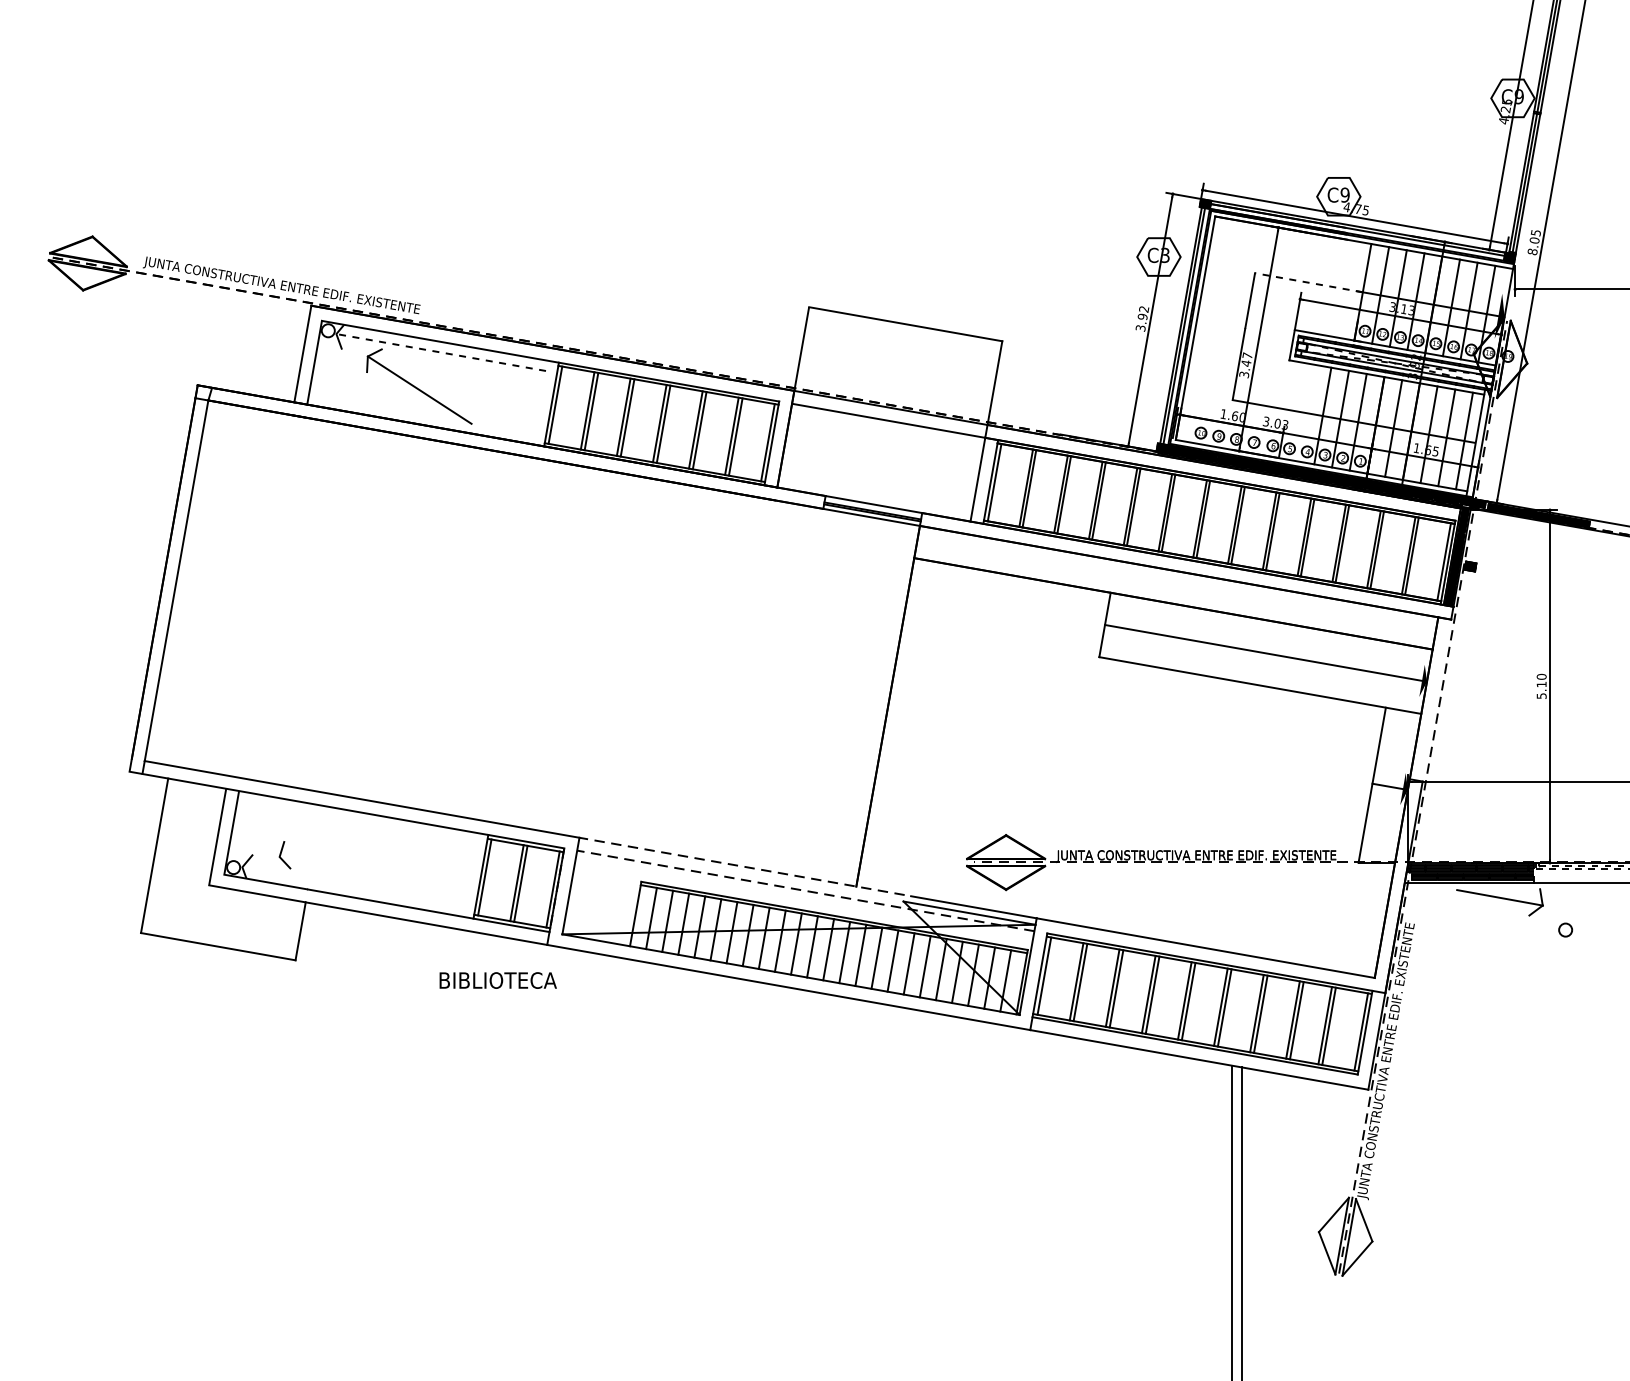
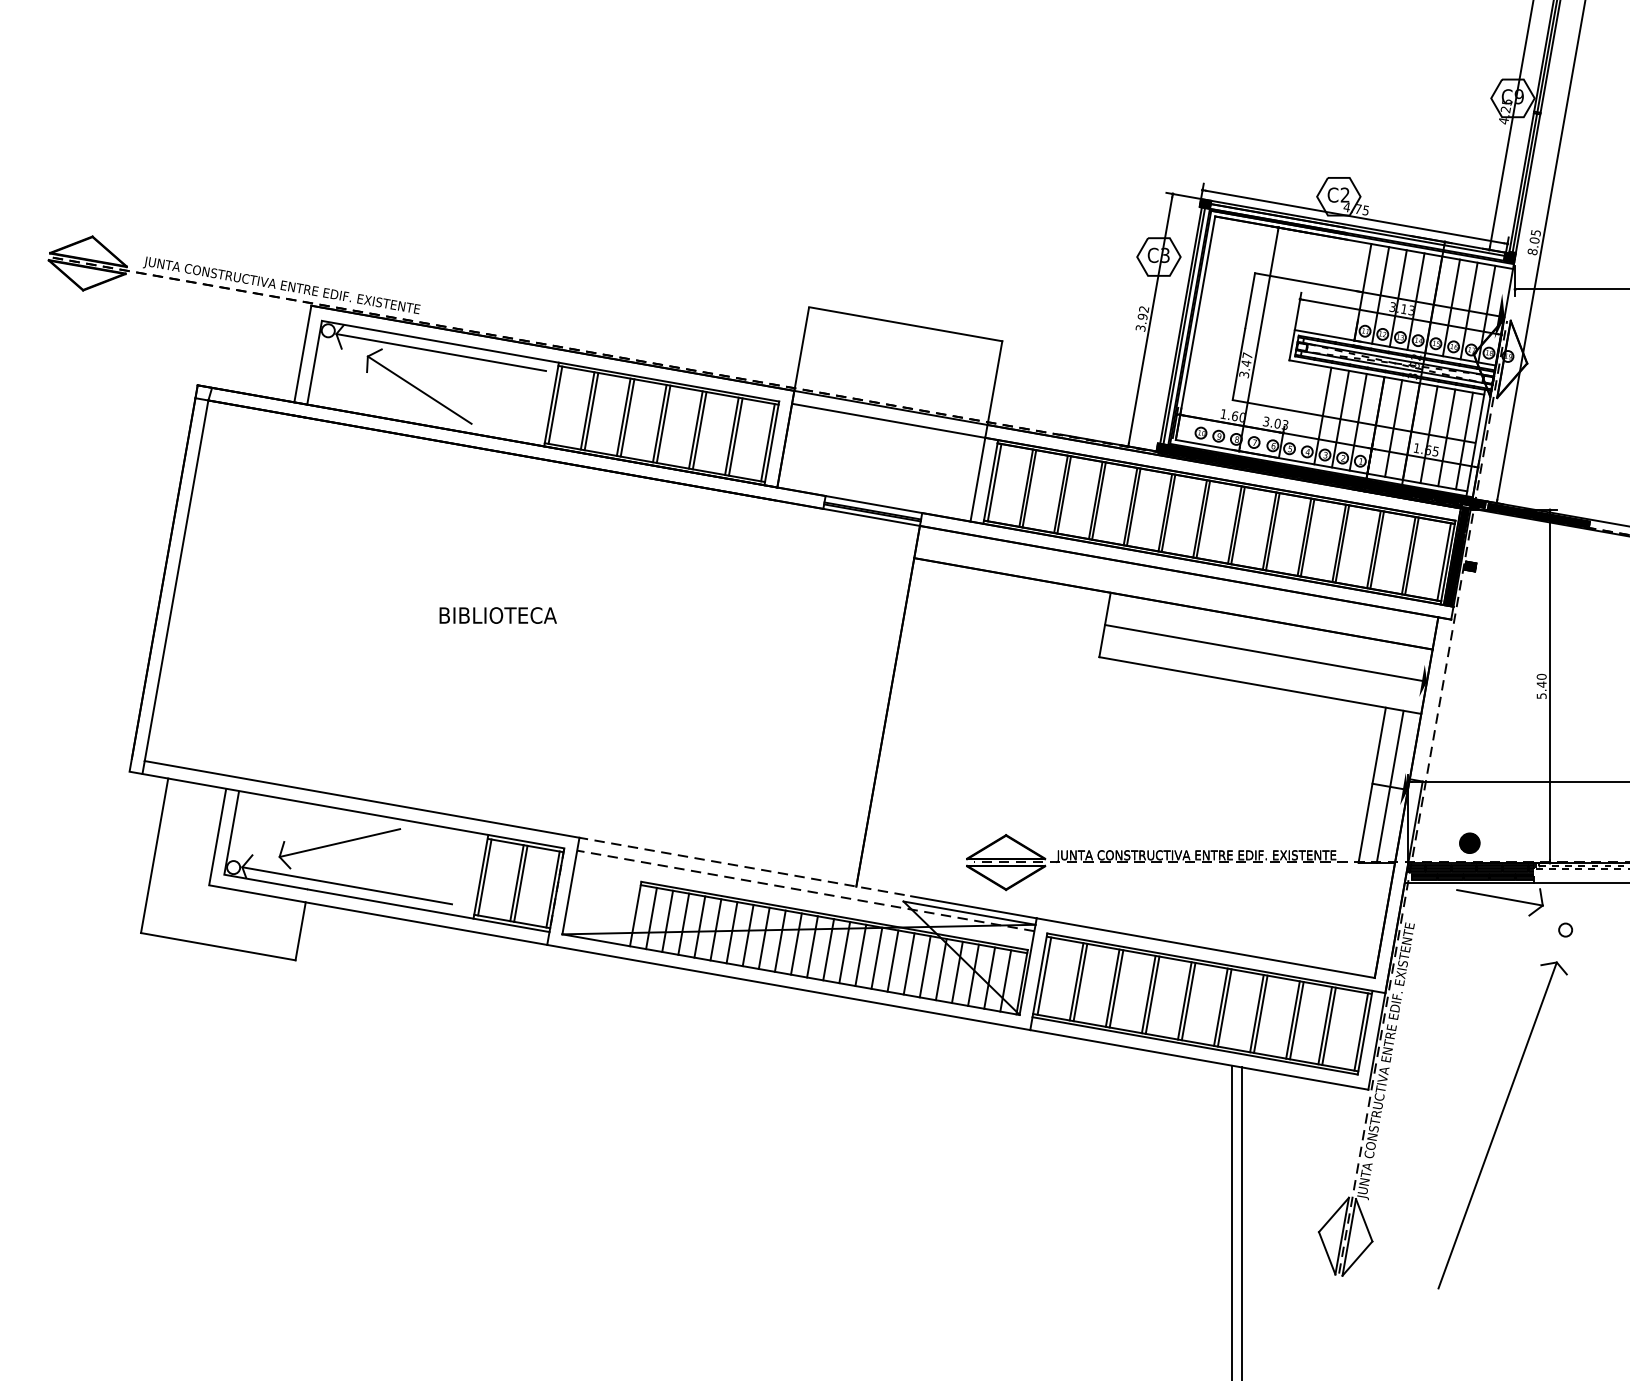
text at (1344, 194): C9 -> C2
line at (1308, 282): dashed -> solid
line at (440, 352): dashed -> solid
text at (1541, 684): 5.10 -> 5.40
line at (1389, 786): none -> present
part at (1469, 842): none -> present
line at (339, 843): none -> present
line at (347, 885): none -> present
text at (497, 980) position: (497, 980) -> (497, 615)
part at (1502, 1125): none -> present
